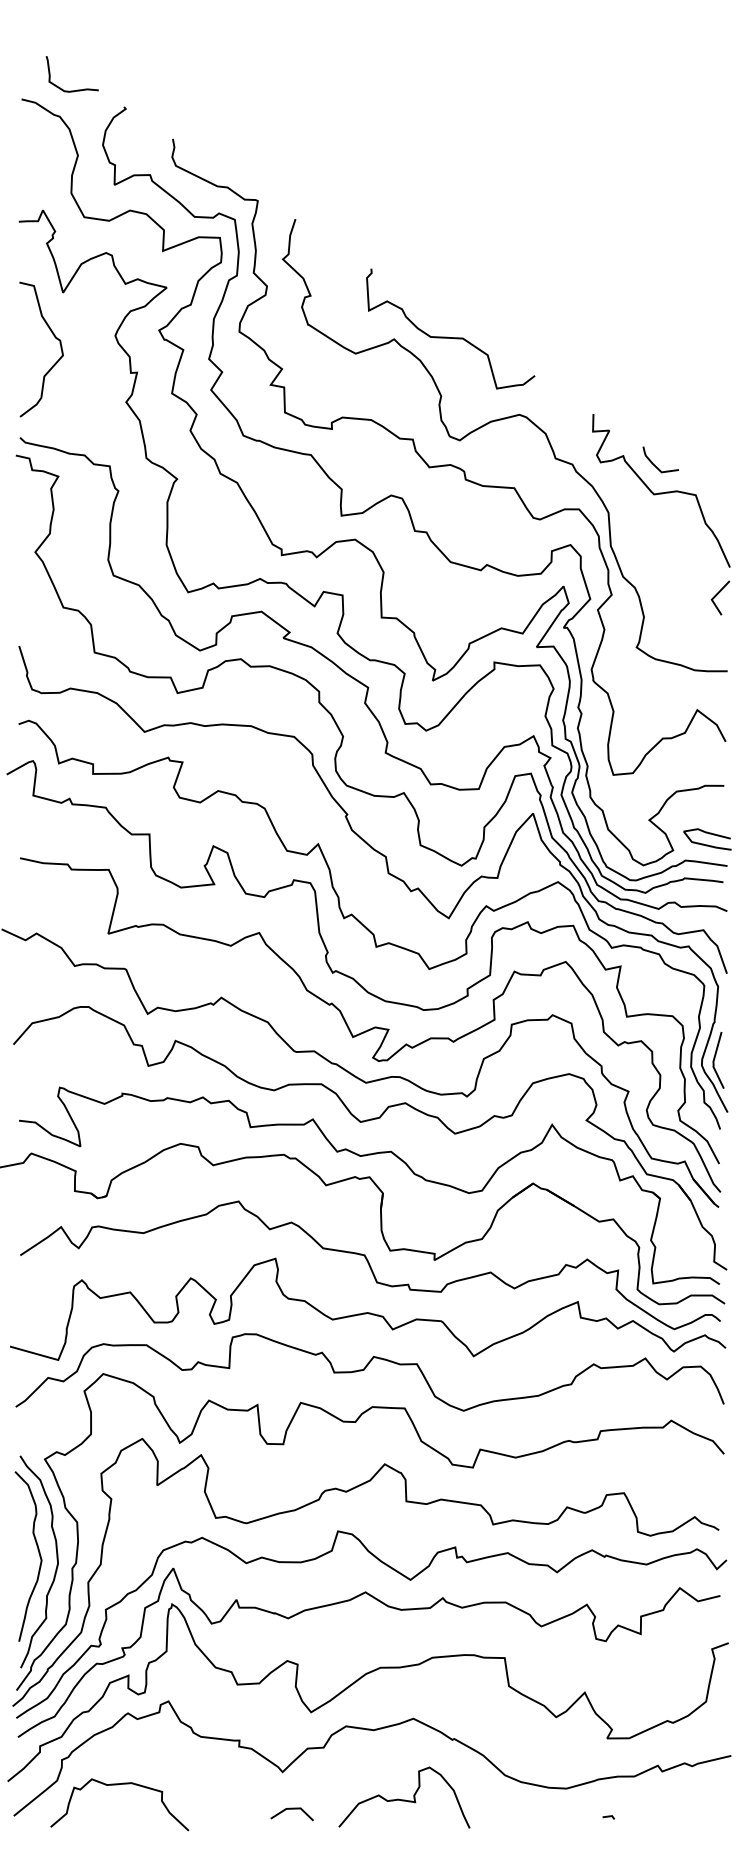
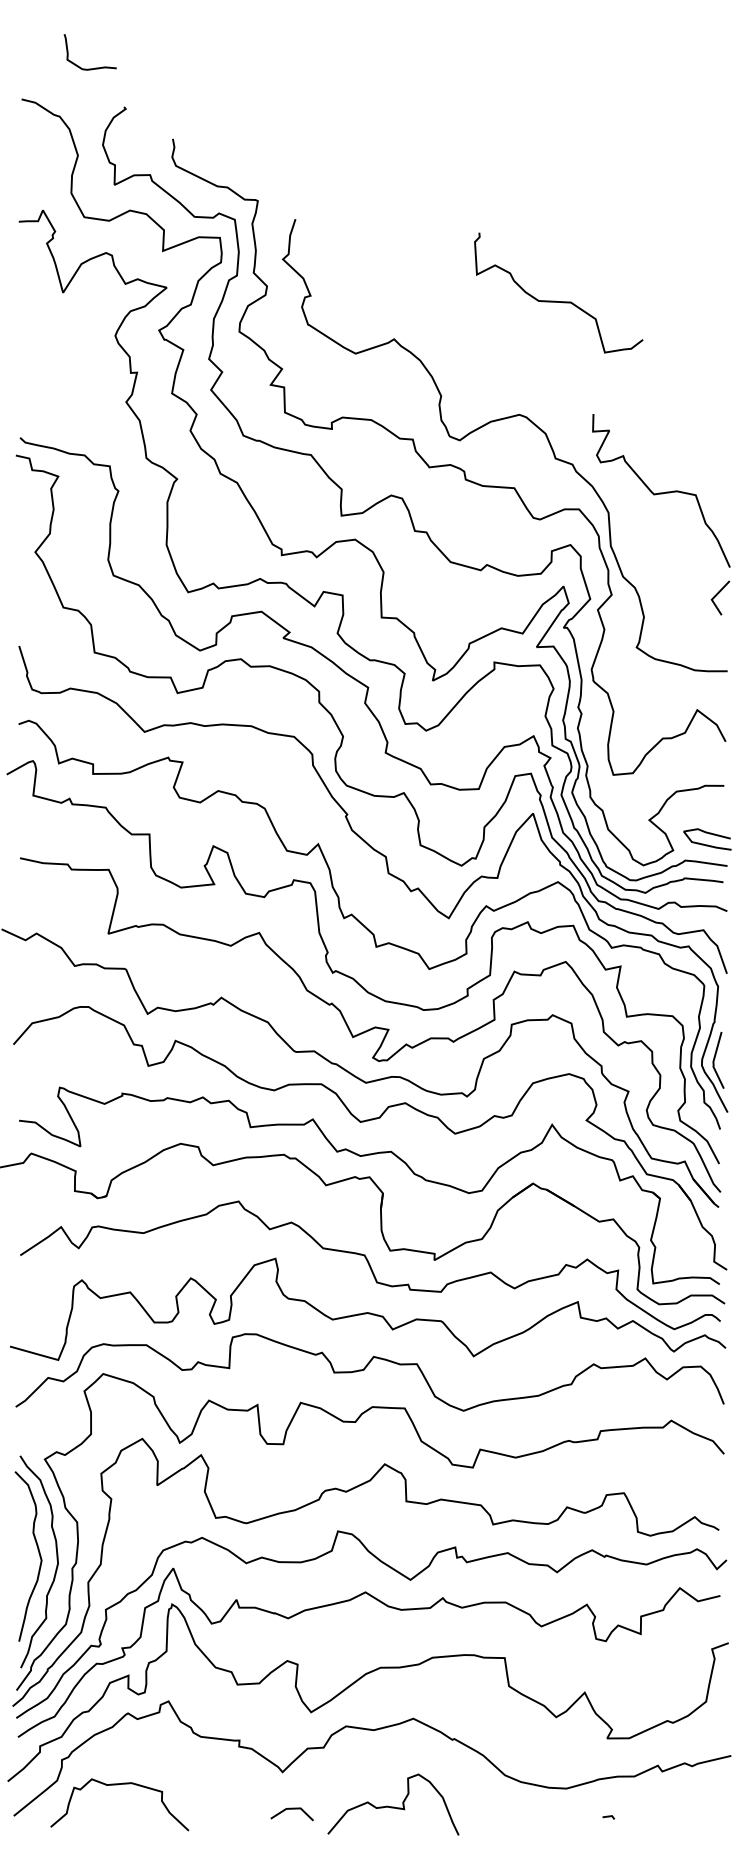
curve at (71, 90) position: (71, 90) -> (89, 68)
curve at (447, 336) position: (447, 336) -> (555, 300)
curve at (54, 337): present -> none
curve at (657, 466): present -> none
curve at (404, 1799) position: (404, 1799) -> (393, 1806)
